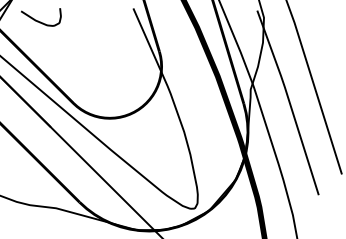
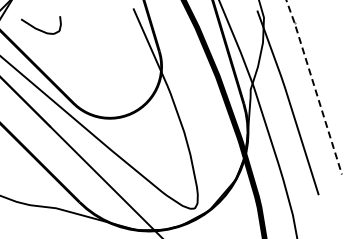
curve at (40, 21) position: (40, 21) -> (40, 29)
line at (314, 86): solid -> dashed
